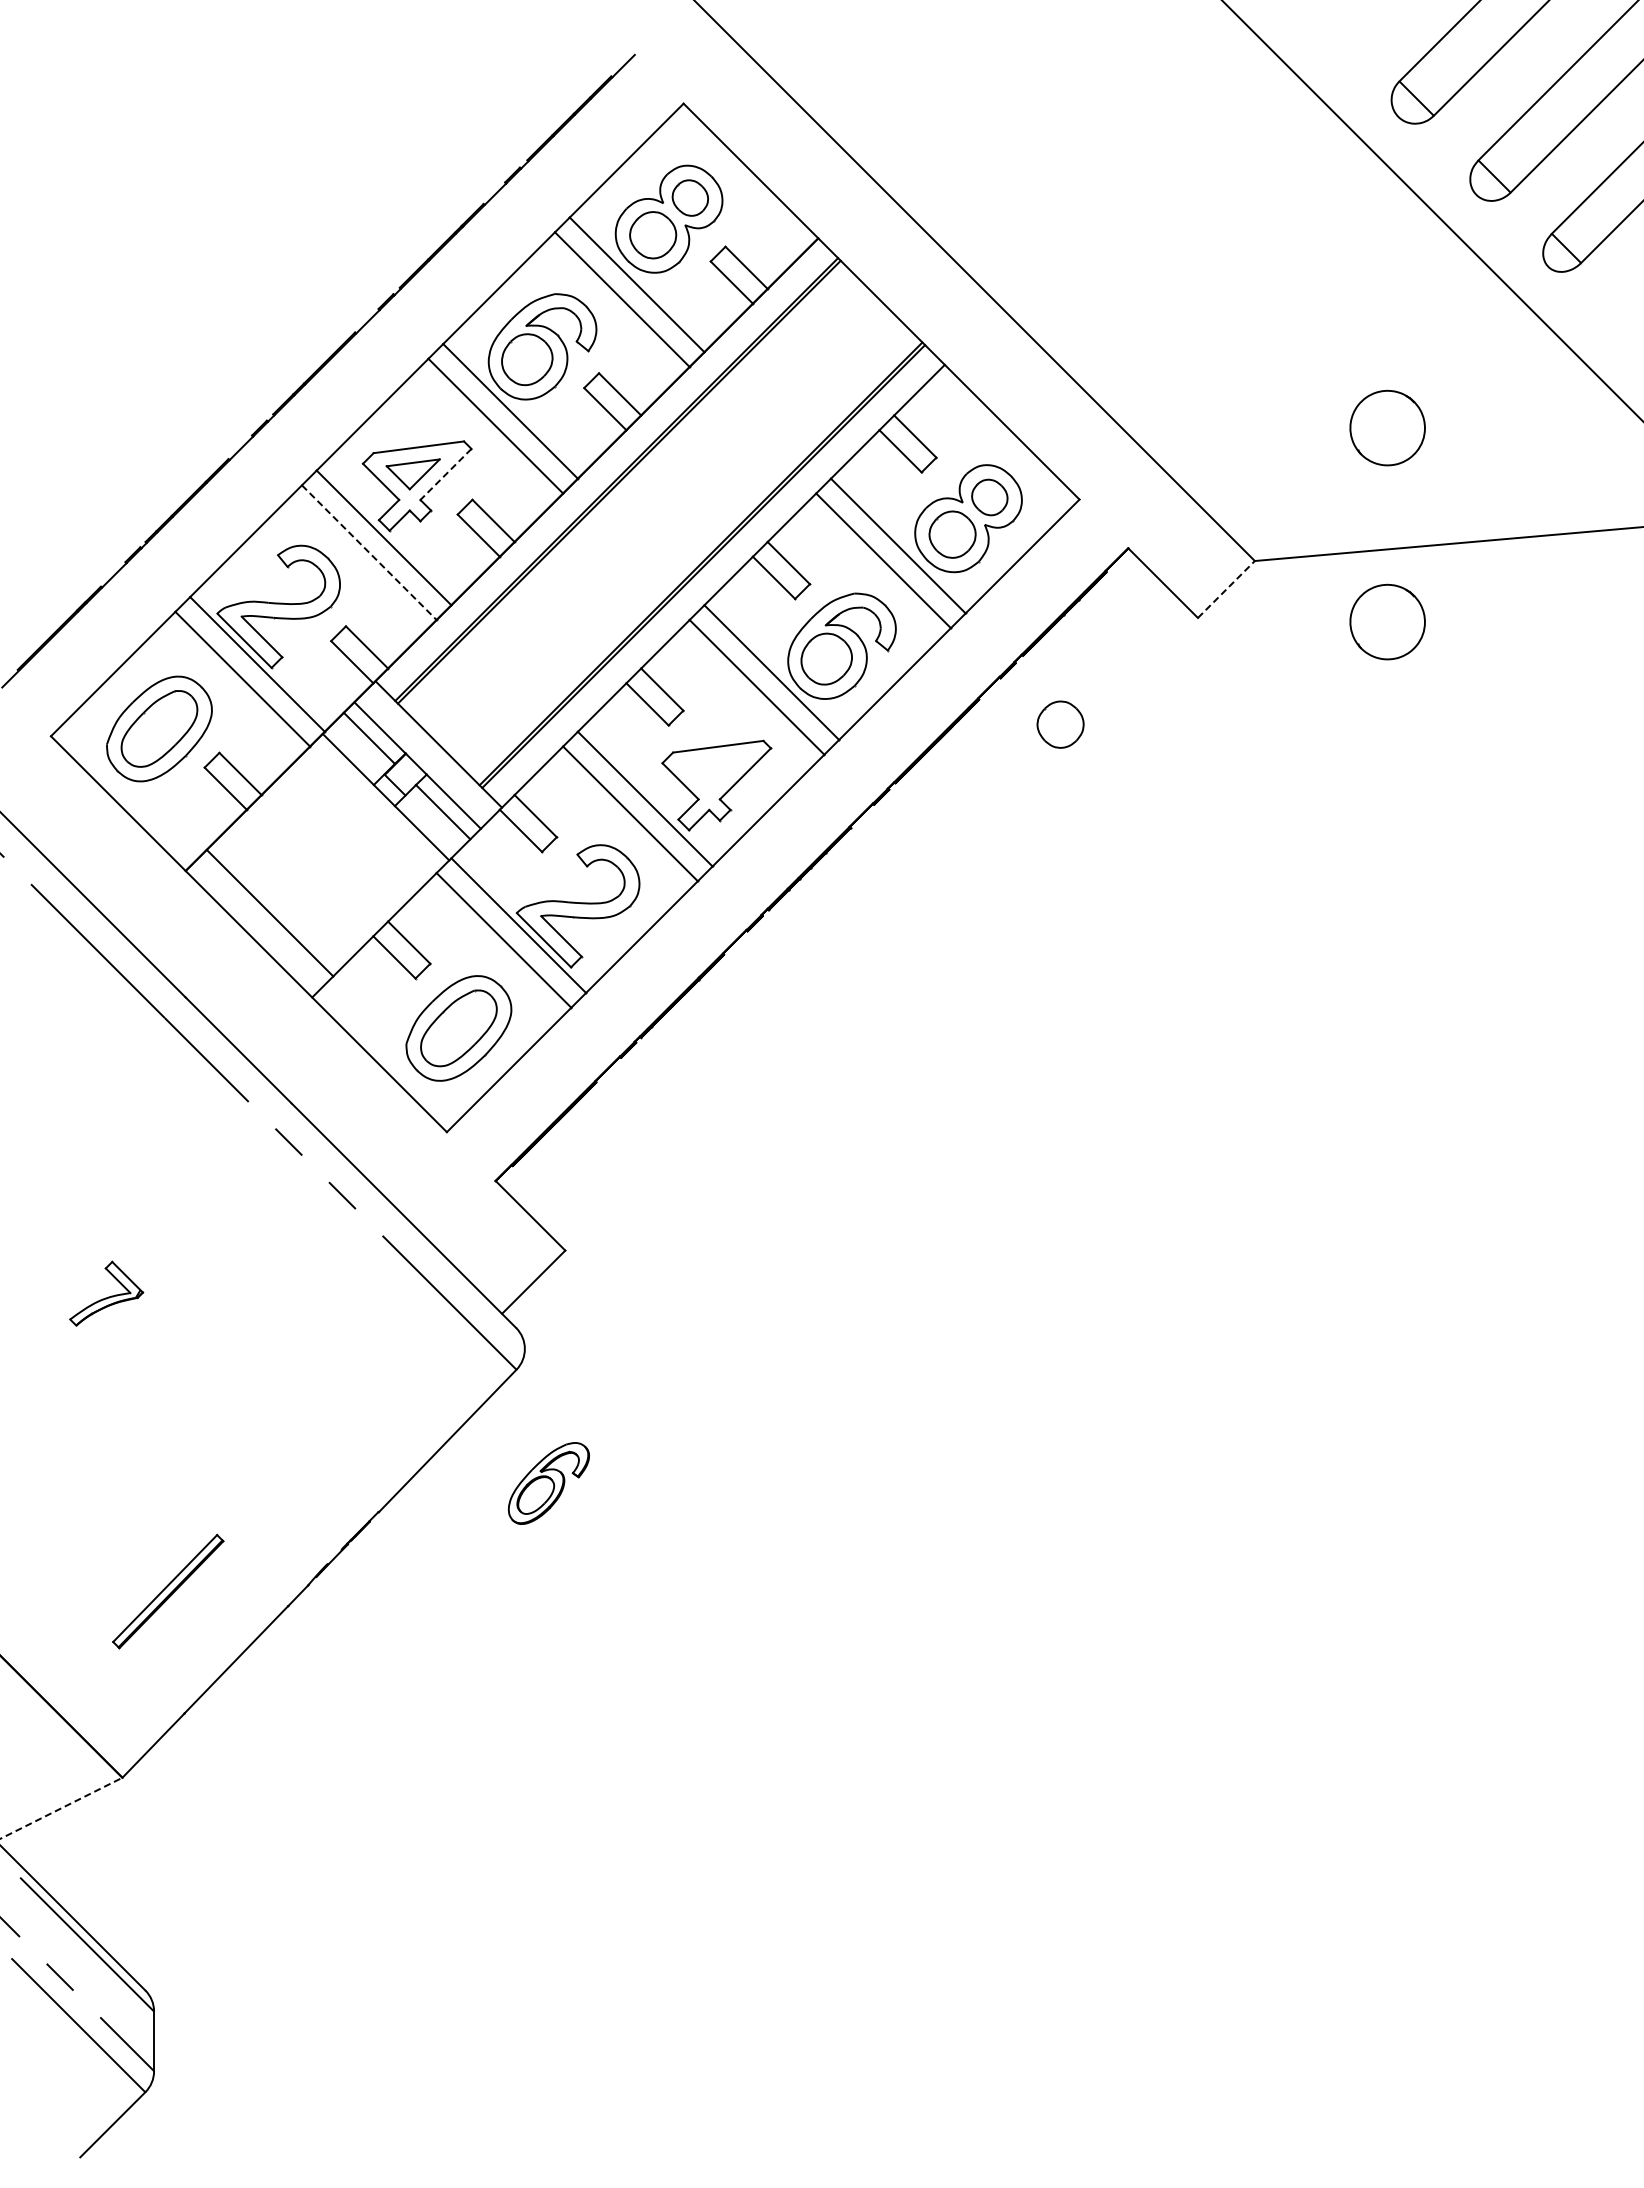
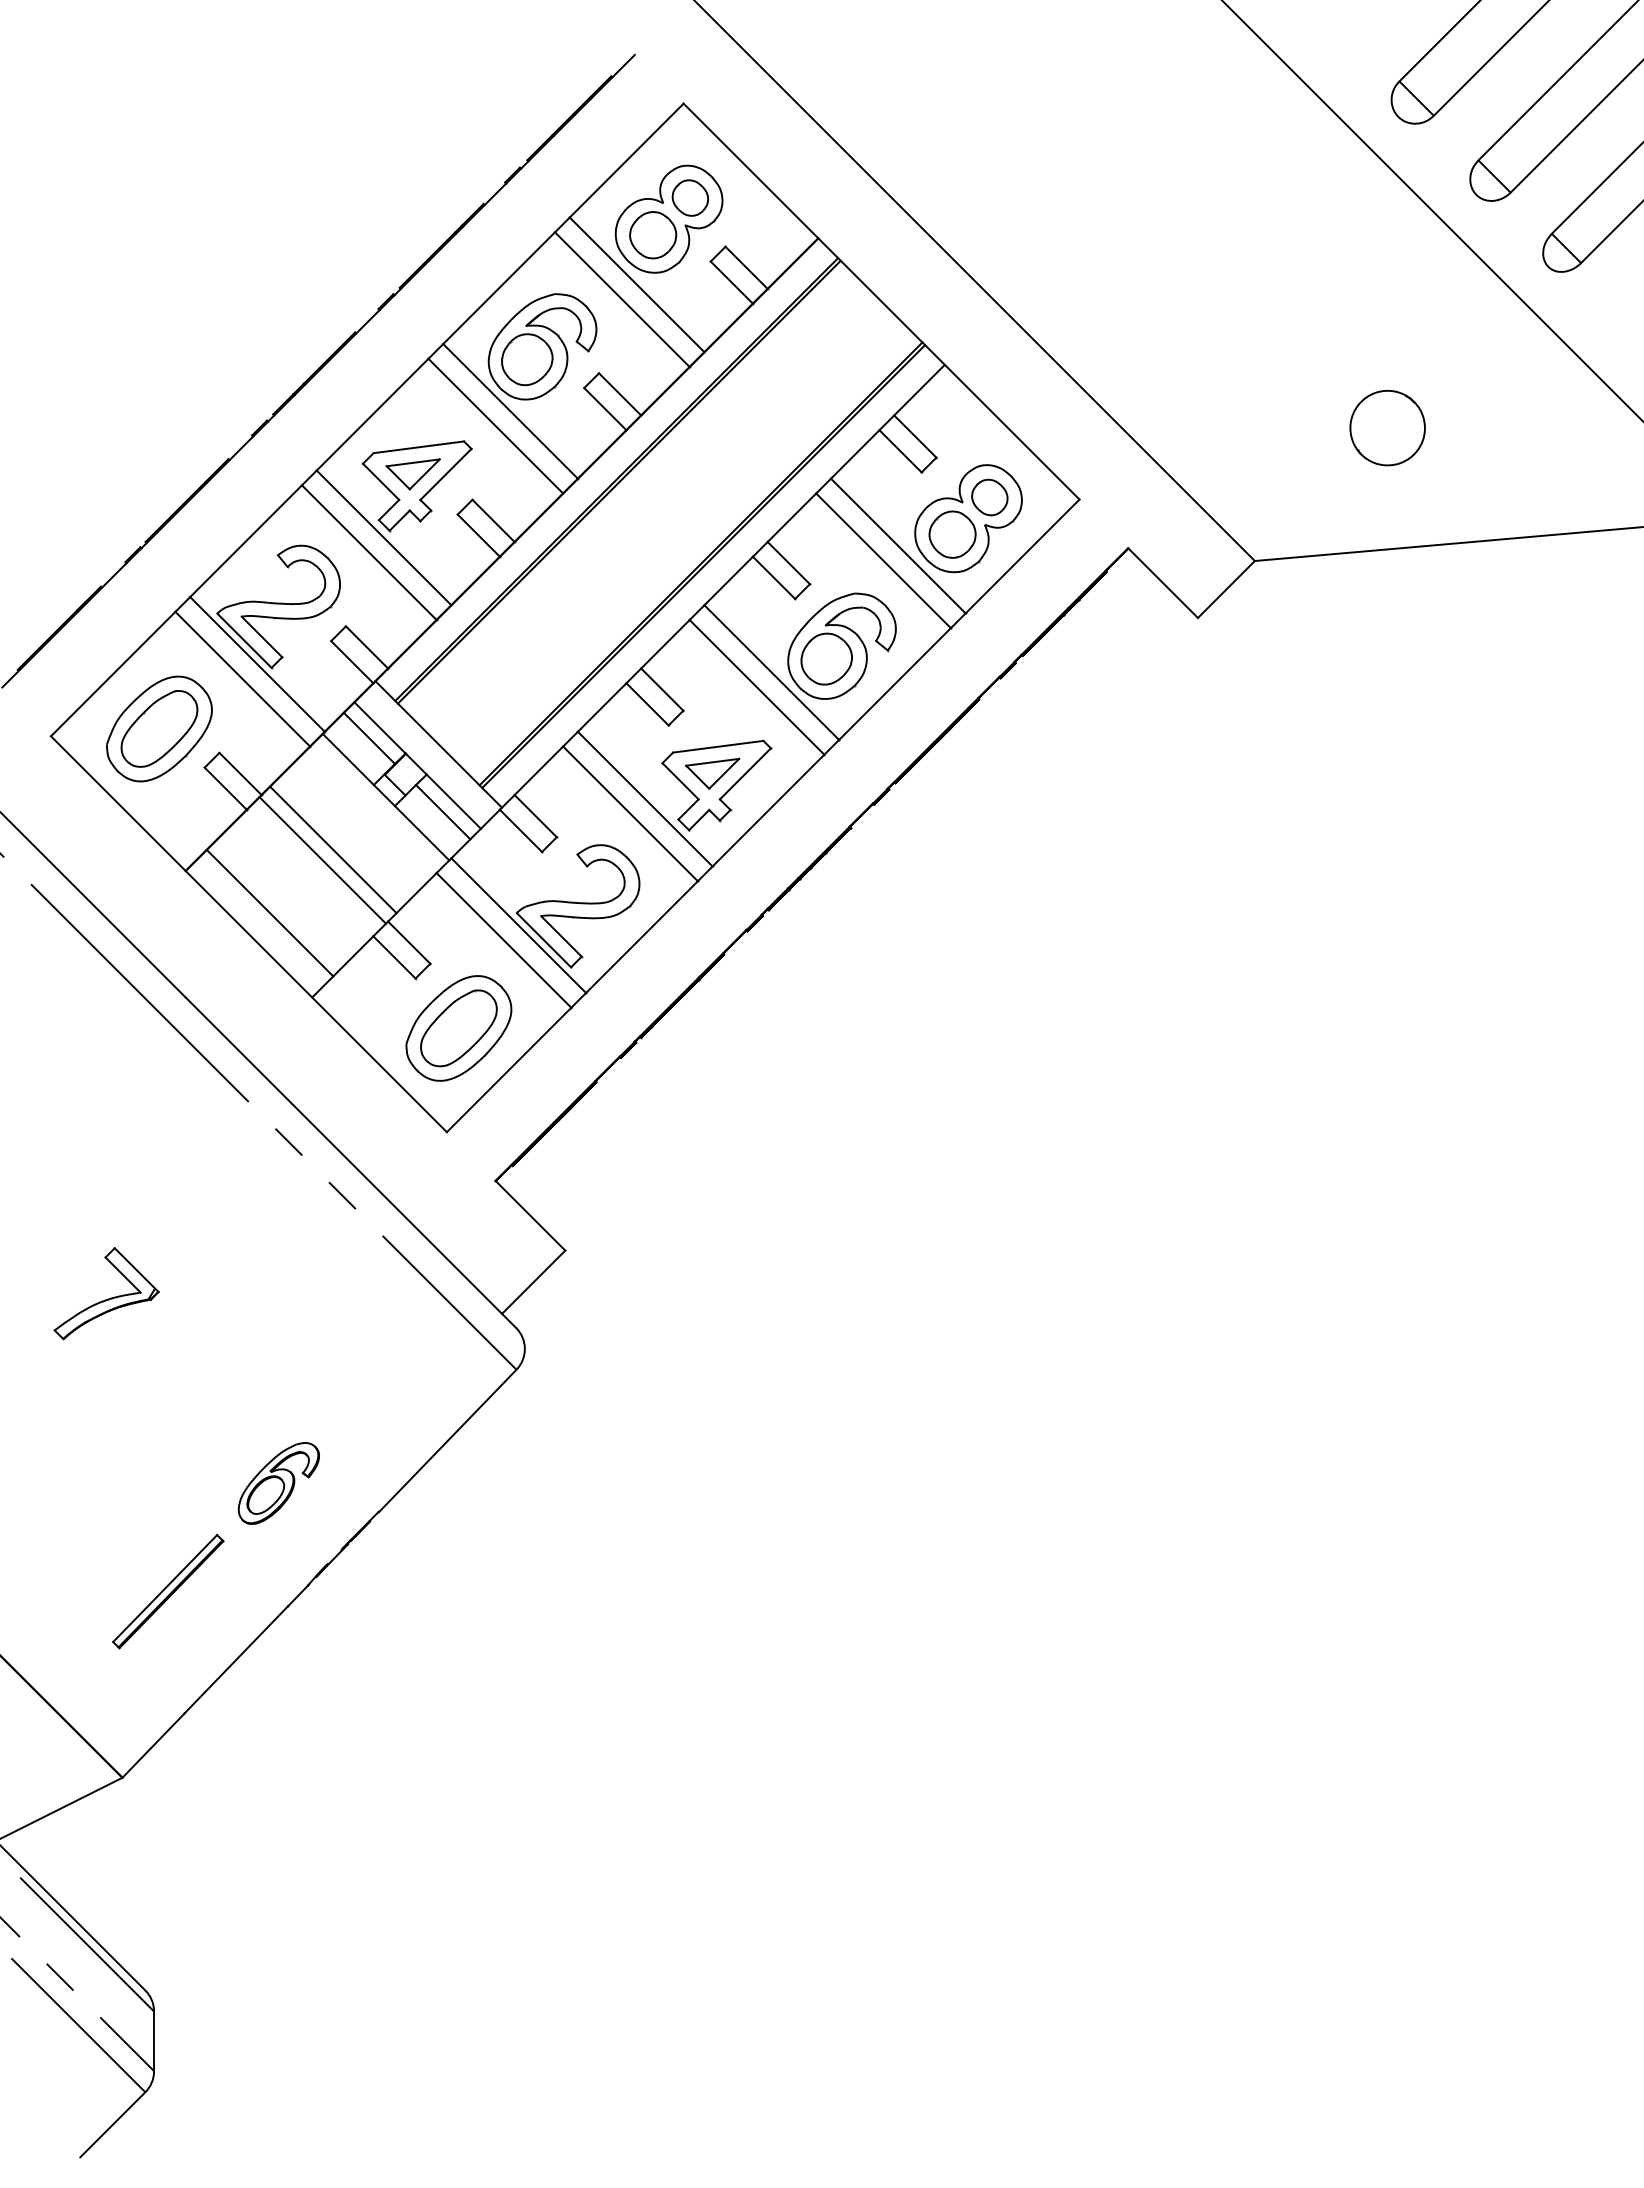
line at (445, 474): dashed -> solid
line at (369, 553): dashed -> solid
line at (1226, 589): dashed -> solid
part at (1387, 621): present -> none
part at (1060, 724): present -> none
part at (712, 773): none -> present
line at (333, 849): none -> present
line at (322, 860): none -> present
part at (106, 1293) size: 76x67 px -> 107x94 px
part at (548, 1483) position: (548, 1483) -> (278, 1483)
line at (61, 1808): dashed -> solid
